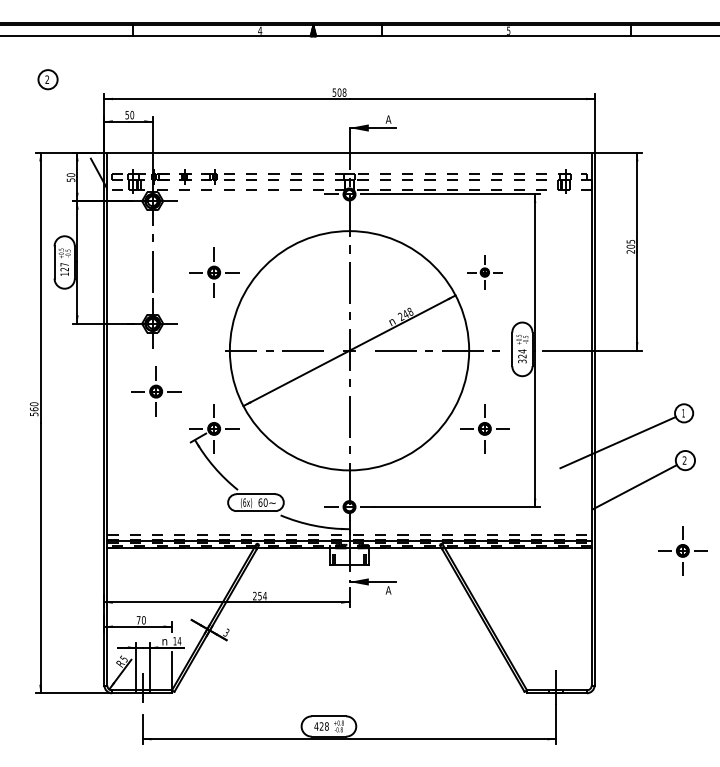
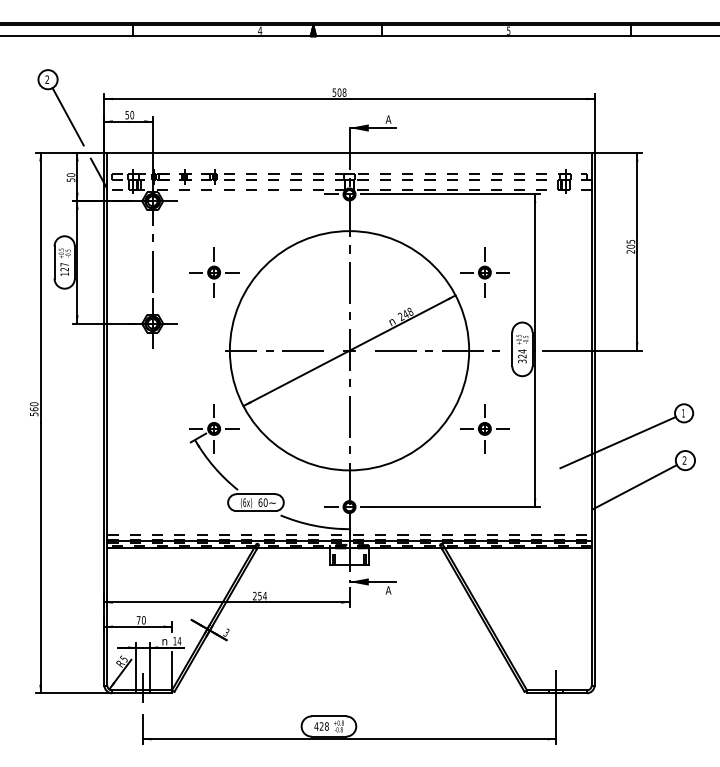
line at (67, 116): none -> present
part at (484, 272) size: 36x35 px -> 50x51 px
part at (156, 391): present -> none
part at (682, 550): present -> none
